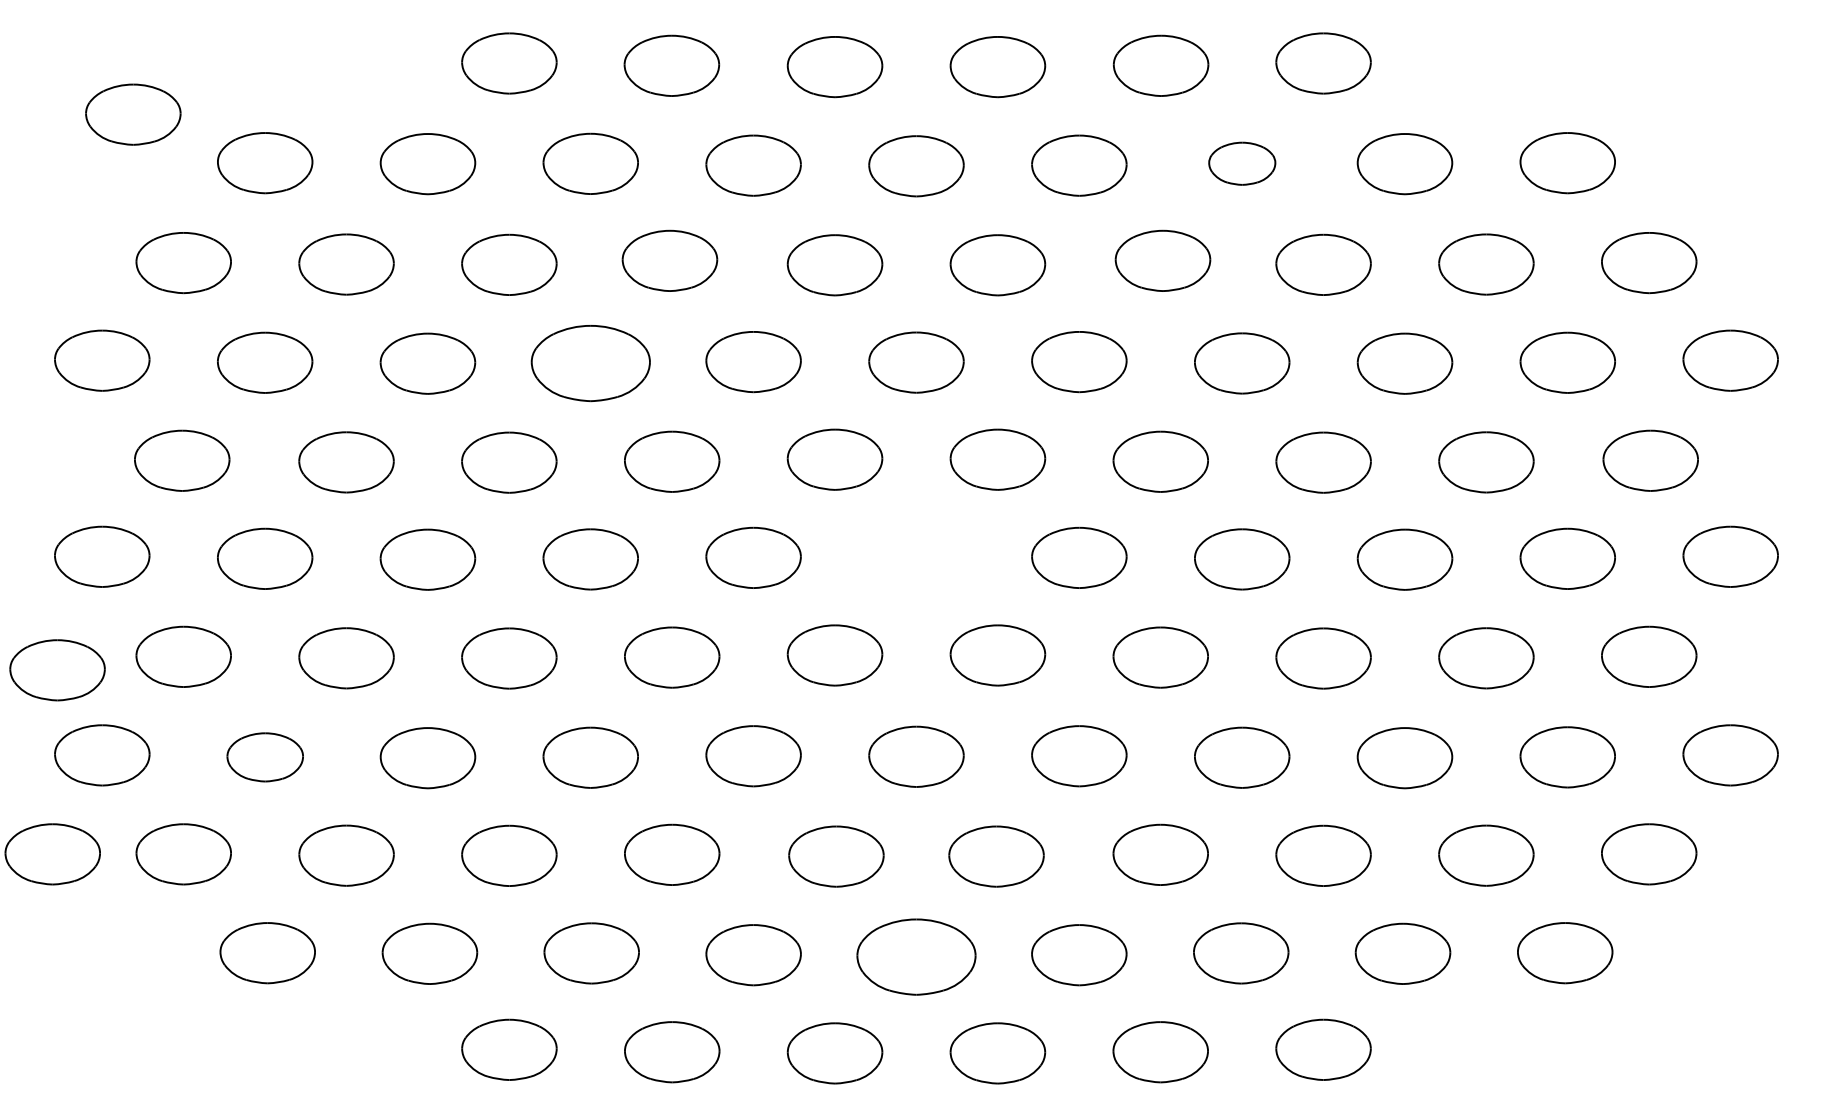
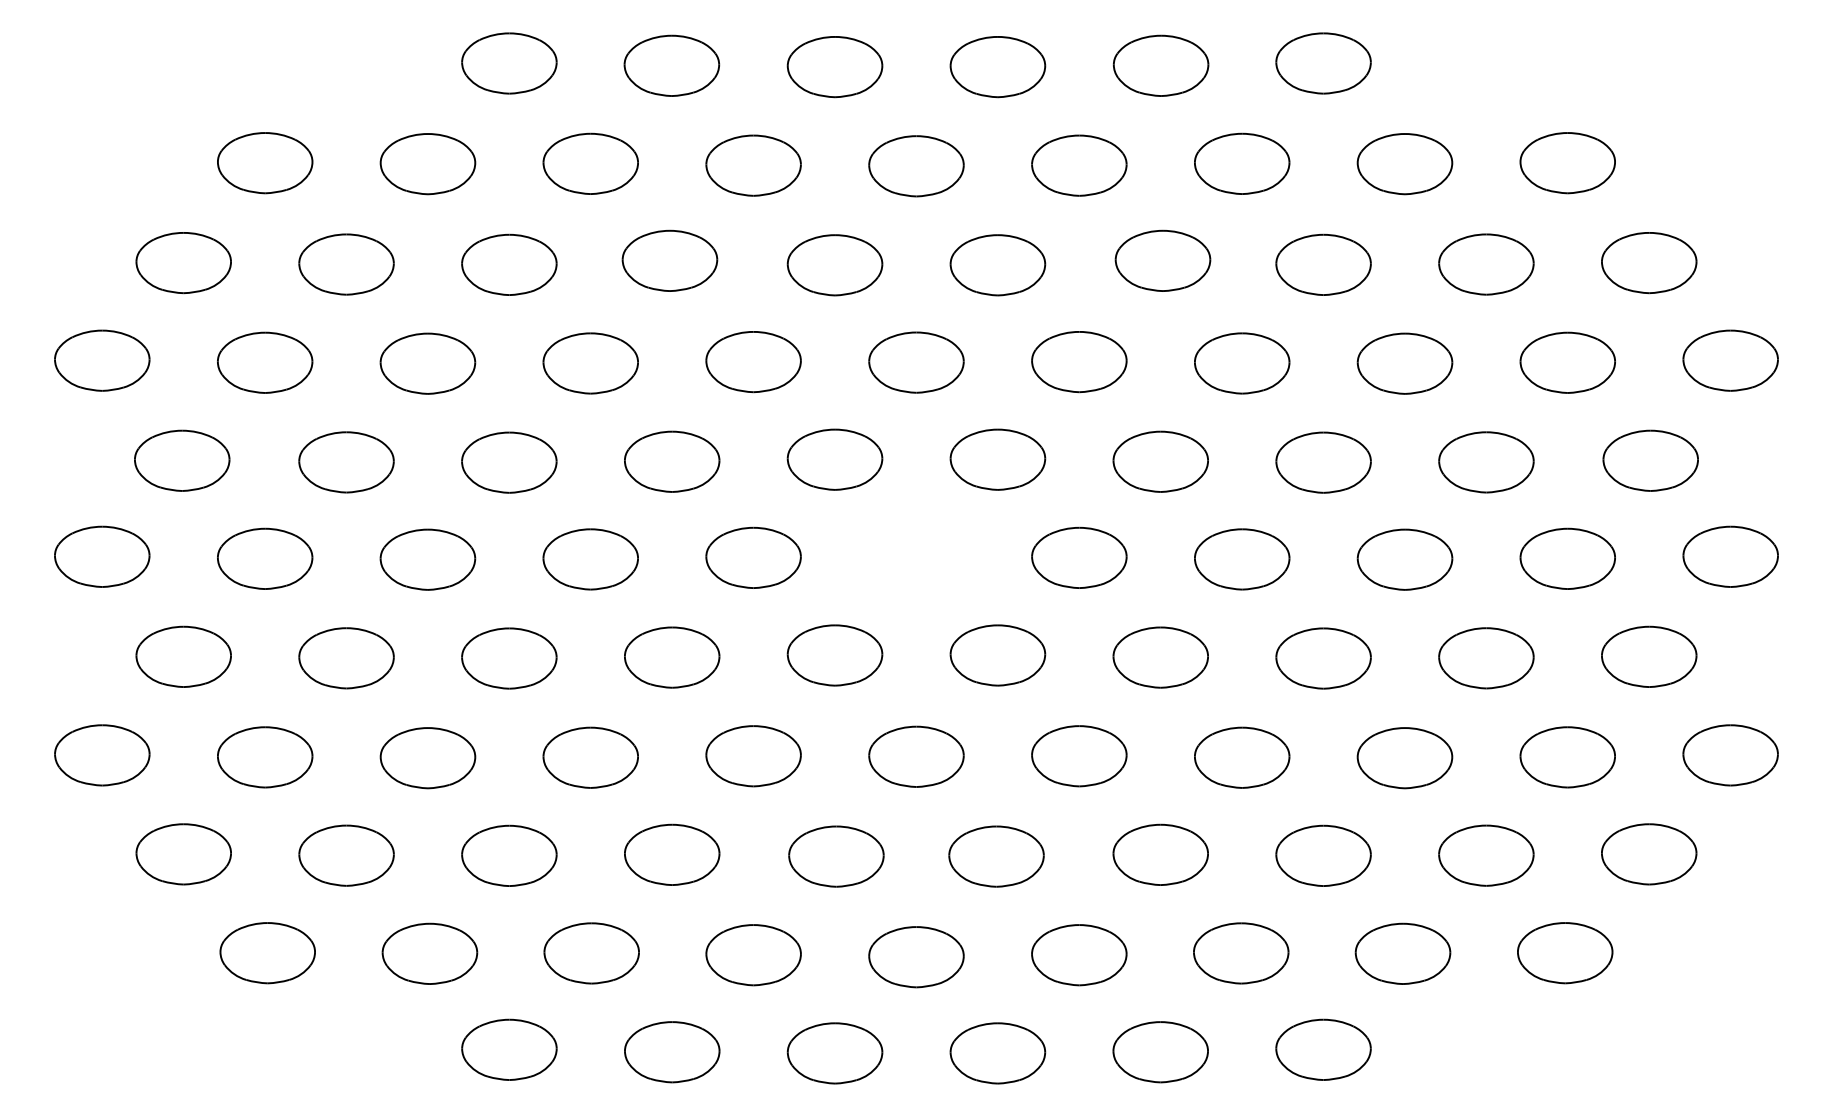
part at (133, 114): present -> none
part at (1242, 163) size: 69x45 px -> 97x63 px
part at (590, 363) size: 121x78 px -> 97x63 px
part at (57, 670): present -> none
part at (264, 757) size: 78x51 px -> 97x63 px
part at (52, 854): present -> none
part at (916, 956) size: 121x78 px -> 97x63 px
